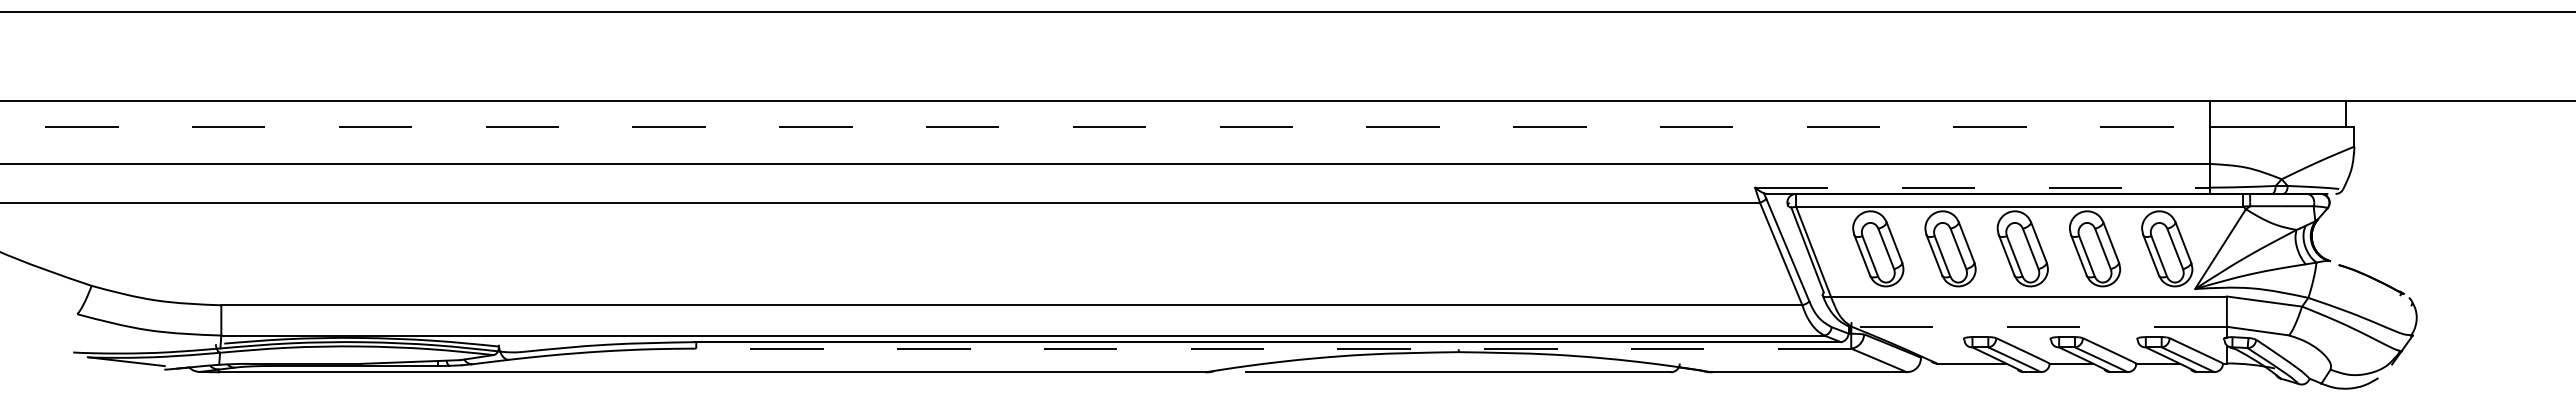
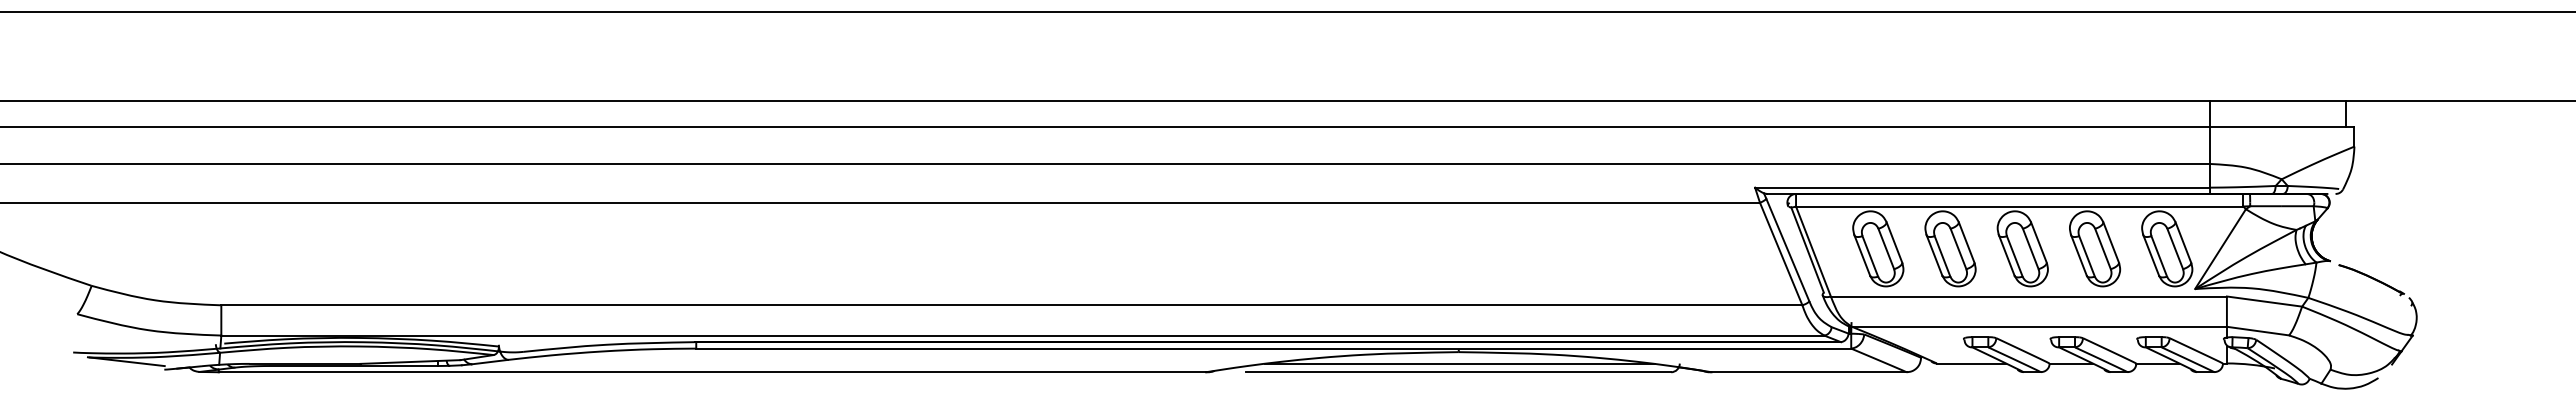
line at (1105, 126): dashed -> solid
line at (1983, 187): dashed -> solid
line at (2038, 326): dashed -> solid
line at (1273, 348): dashed -> solid
line at (1460, 363): none -> present
